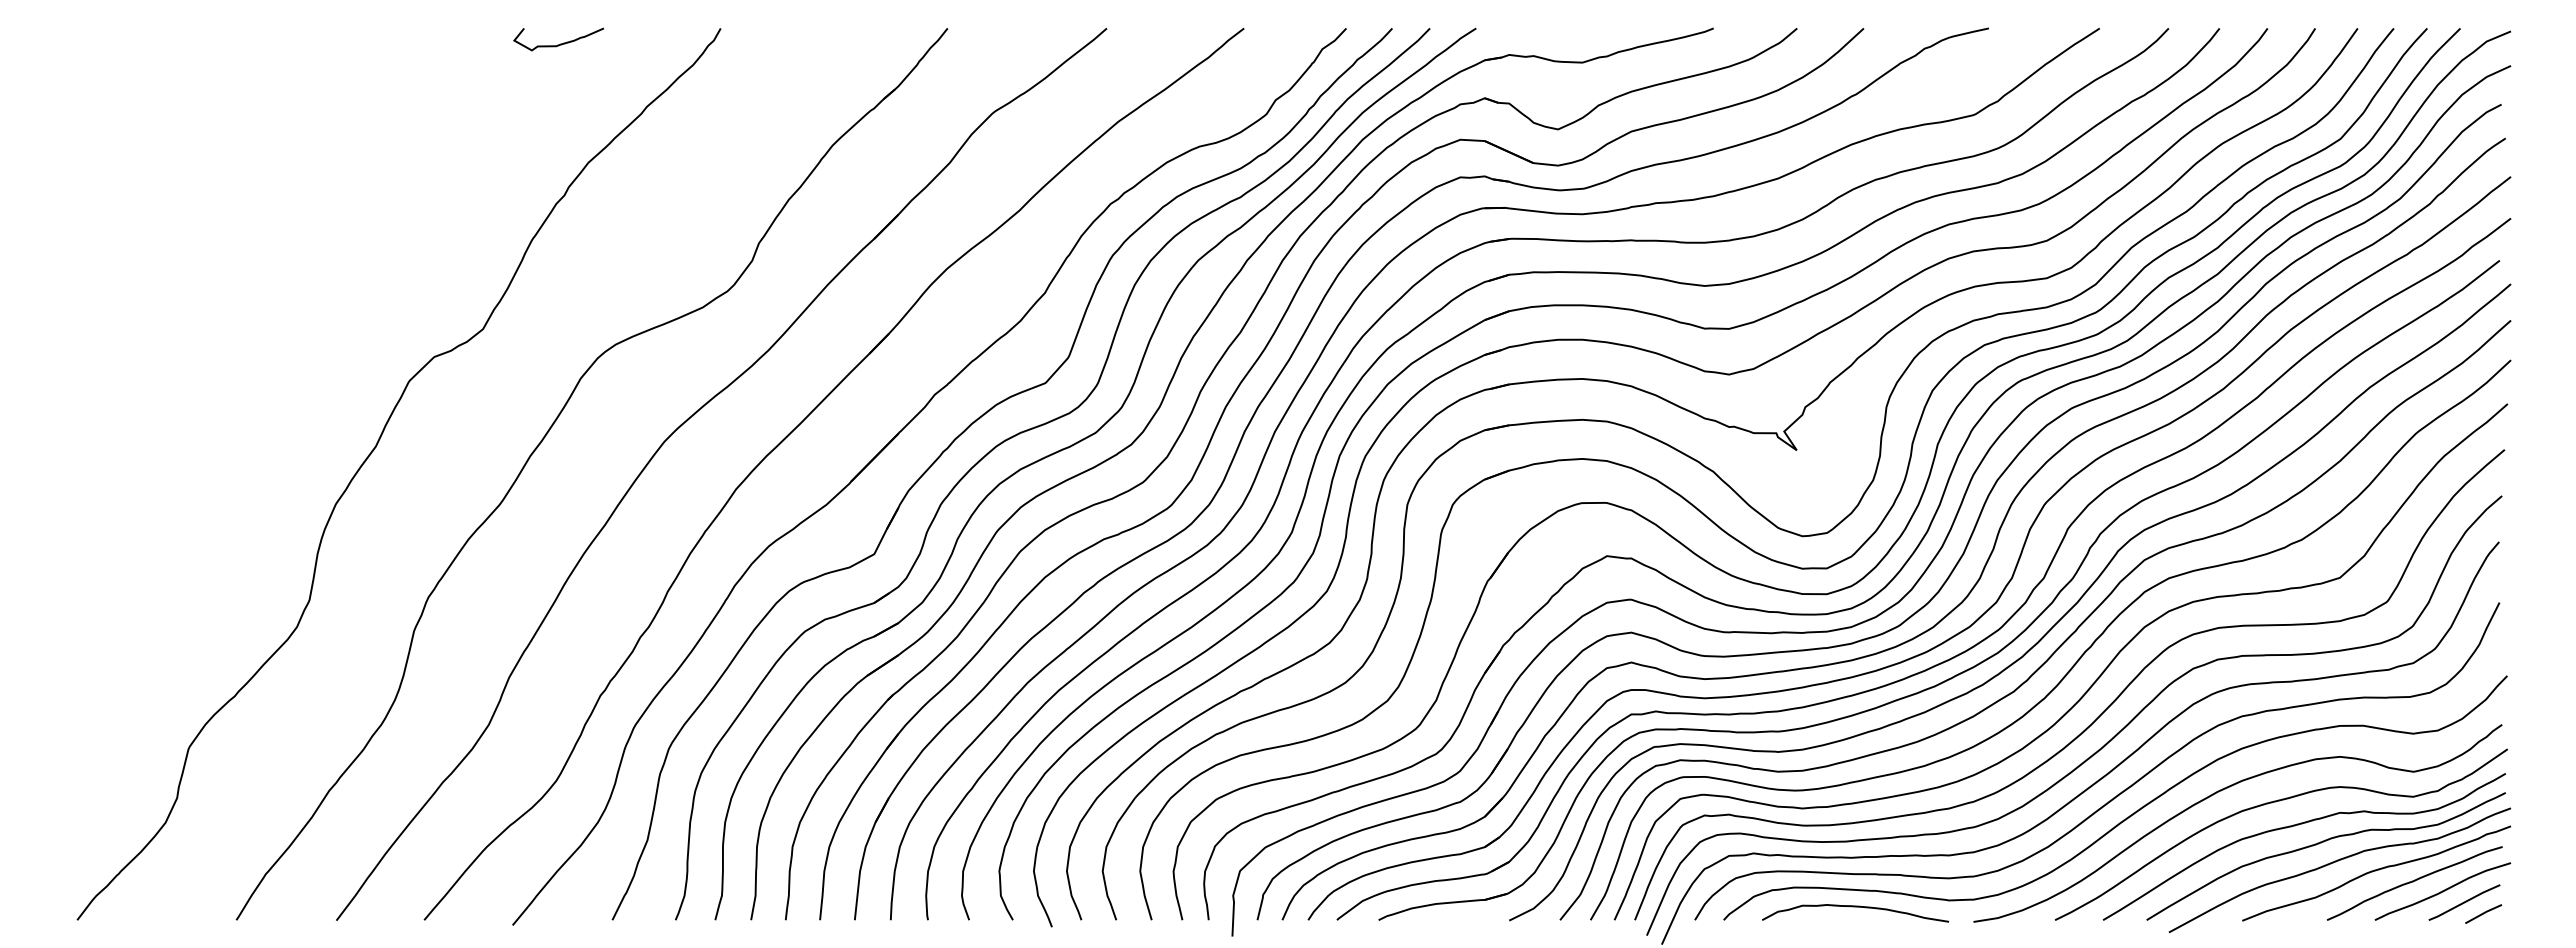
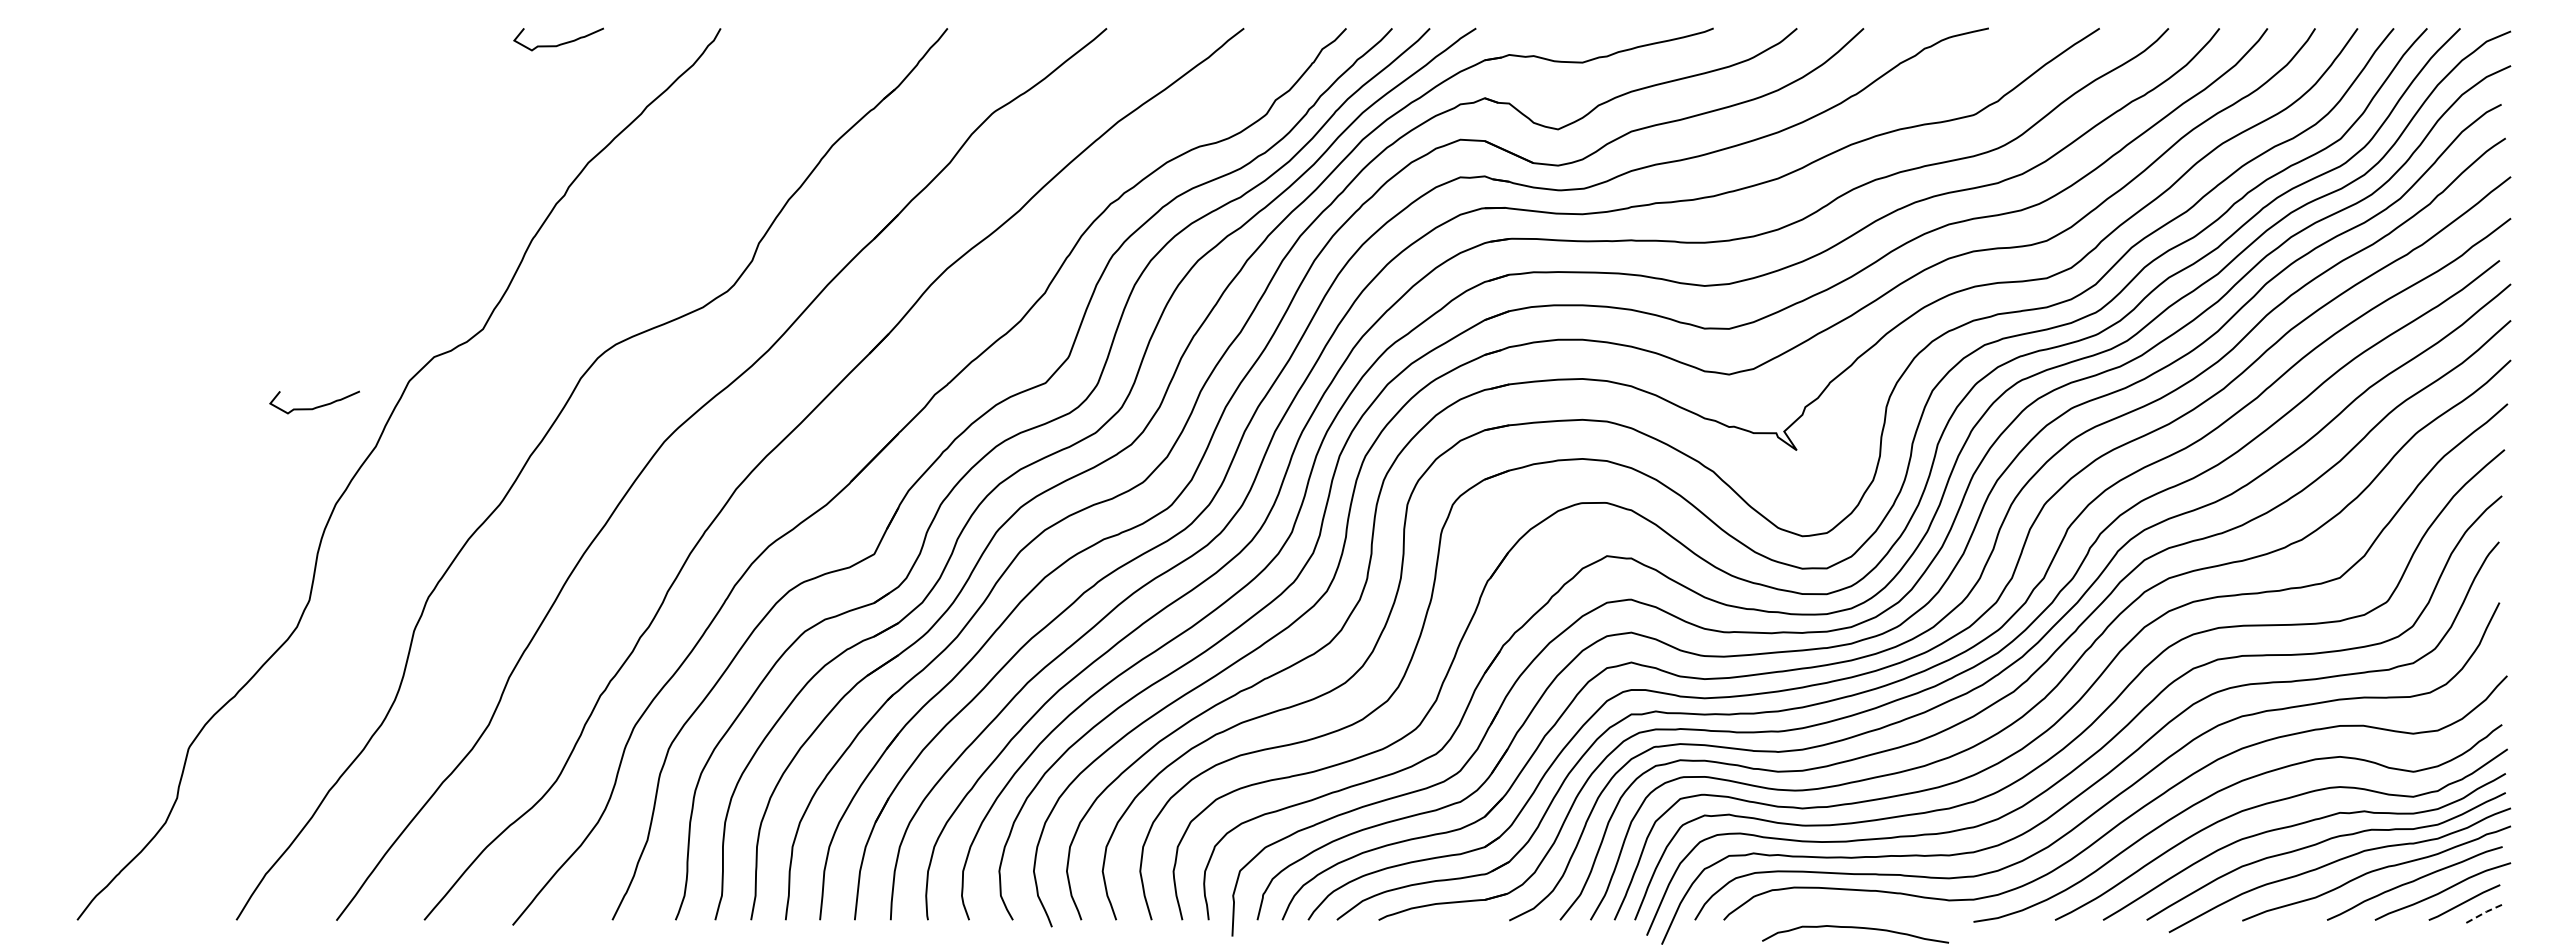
curve at (316, 406): none -> present
curve at (1855, 907) position: (1855, 907) -> (1855, 928)
line at (2483, 913): solid -> dashed
